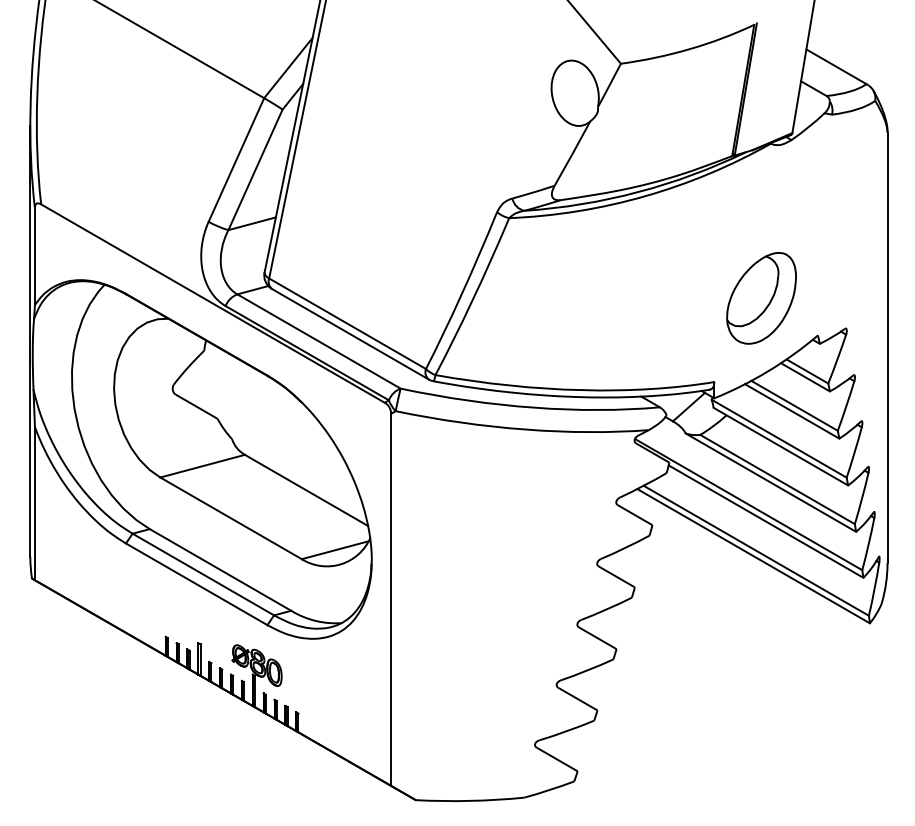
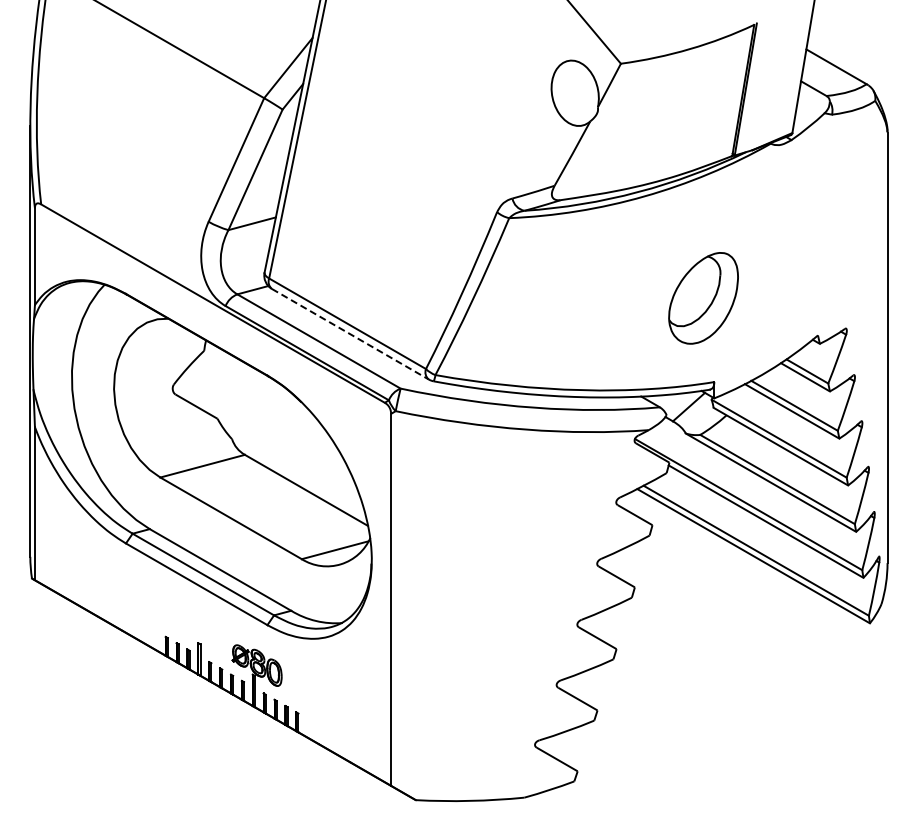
part at (761, 298) position: (761, 298) -> (703, 298)
line at (350, 334): solid -> dashed
